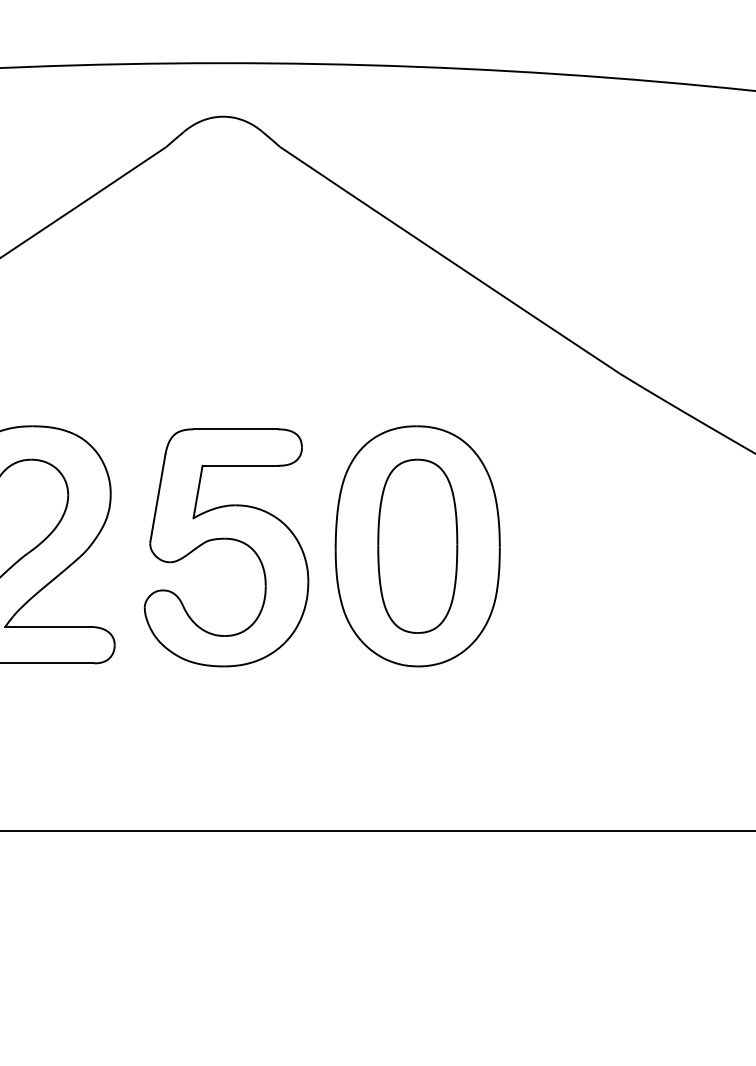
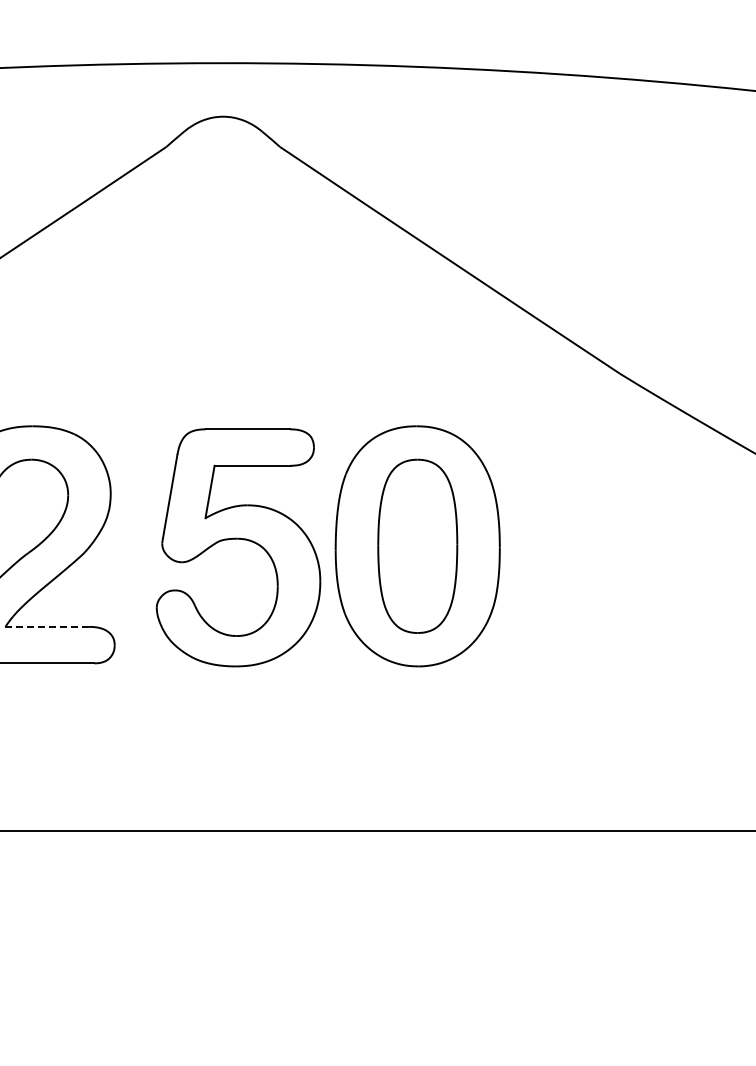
part at (226, 539) position: (226, 539) -> (238, 539)
line at (47, 626): solid -> dashed
